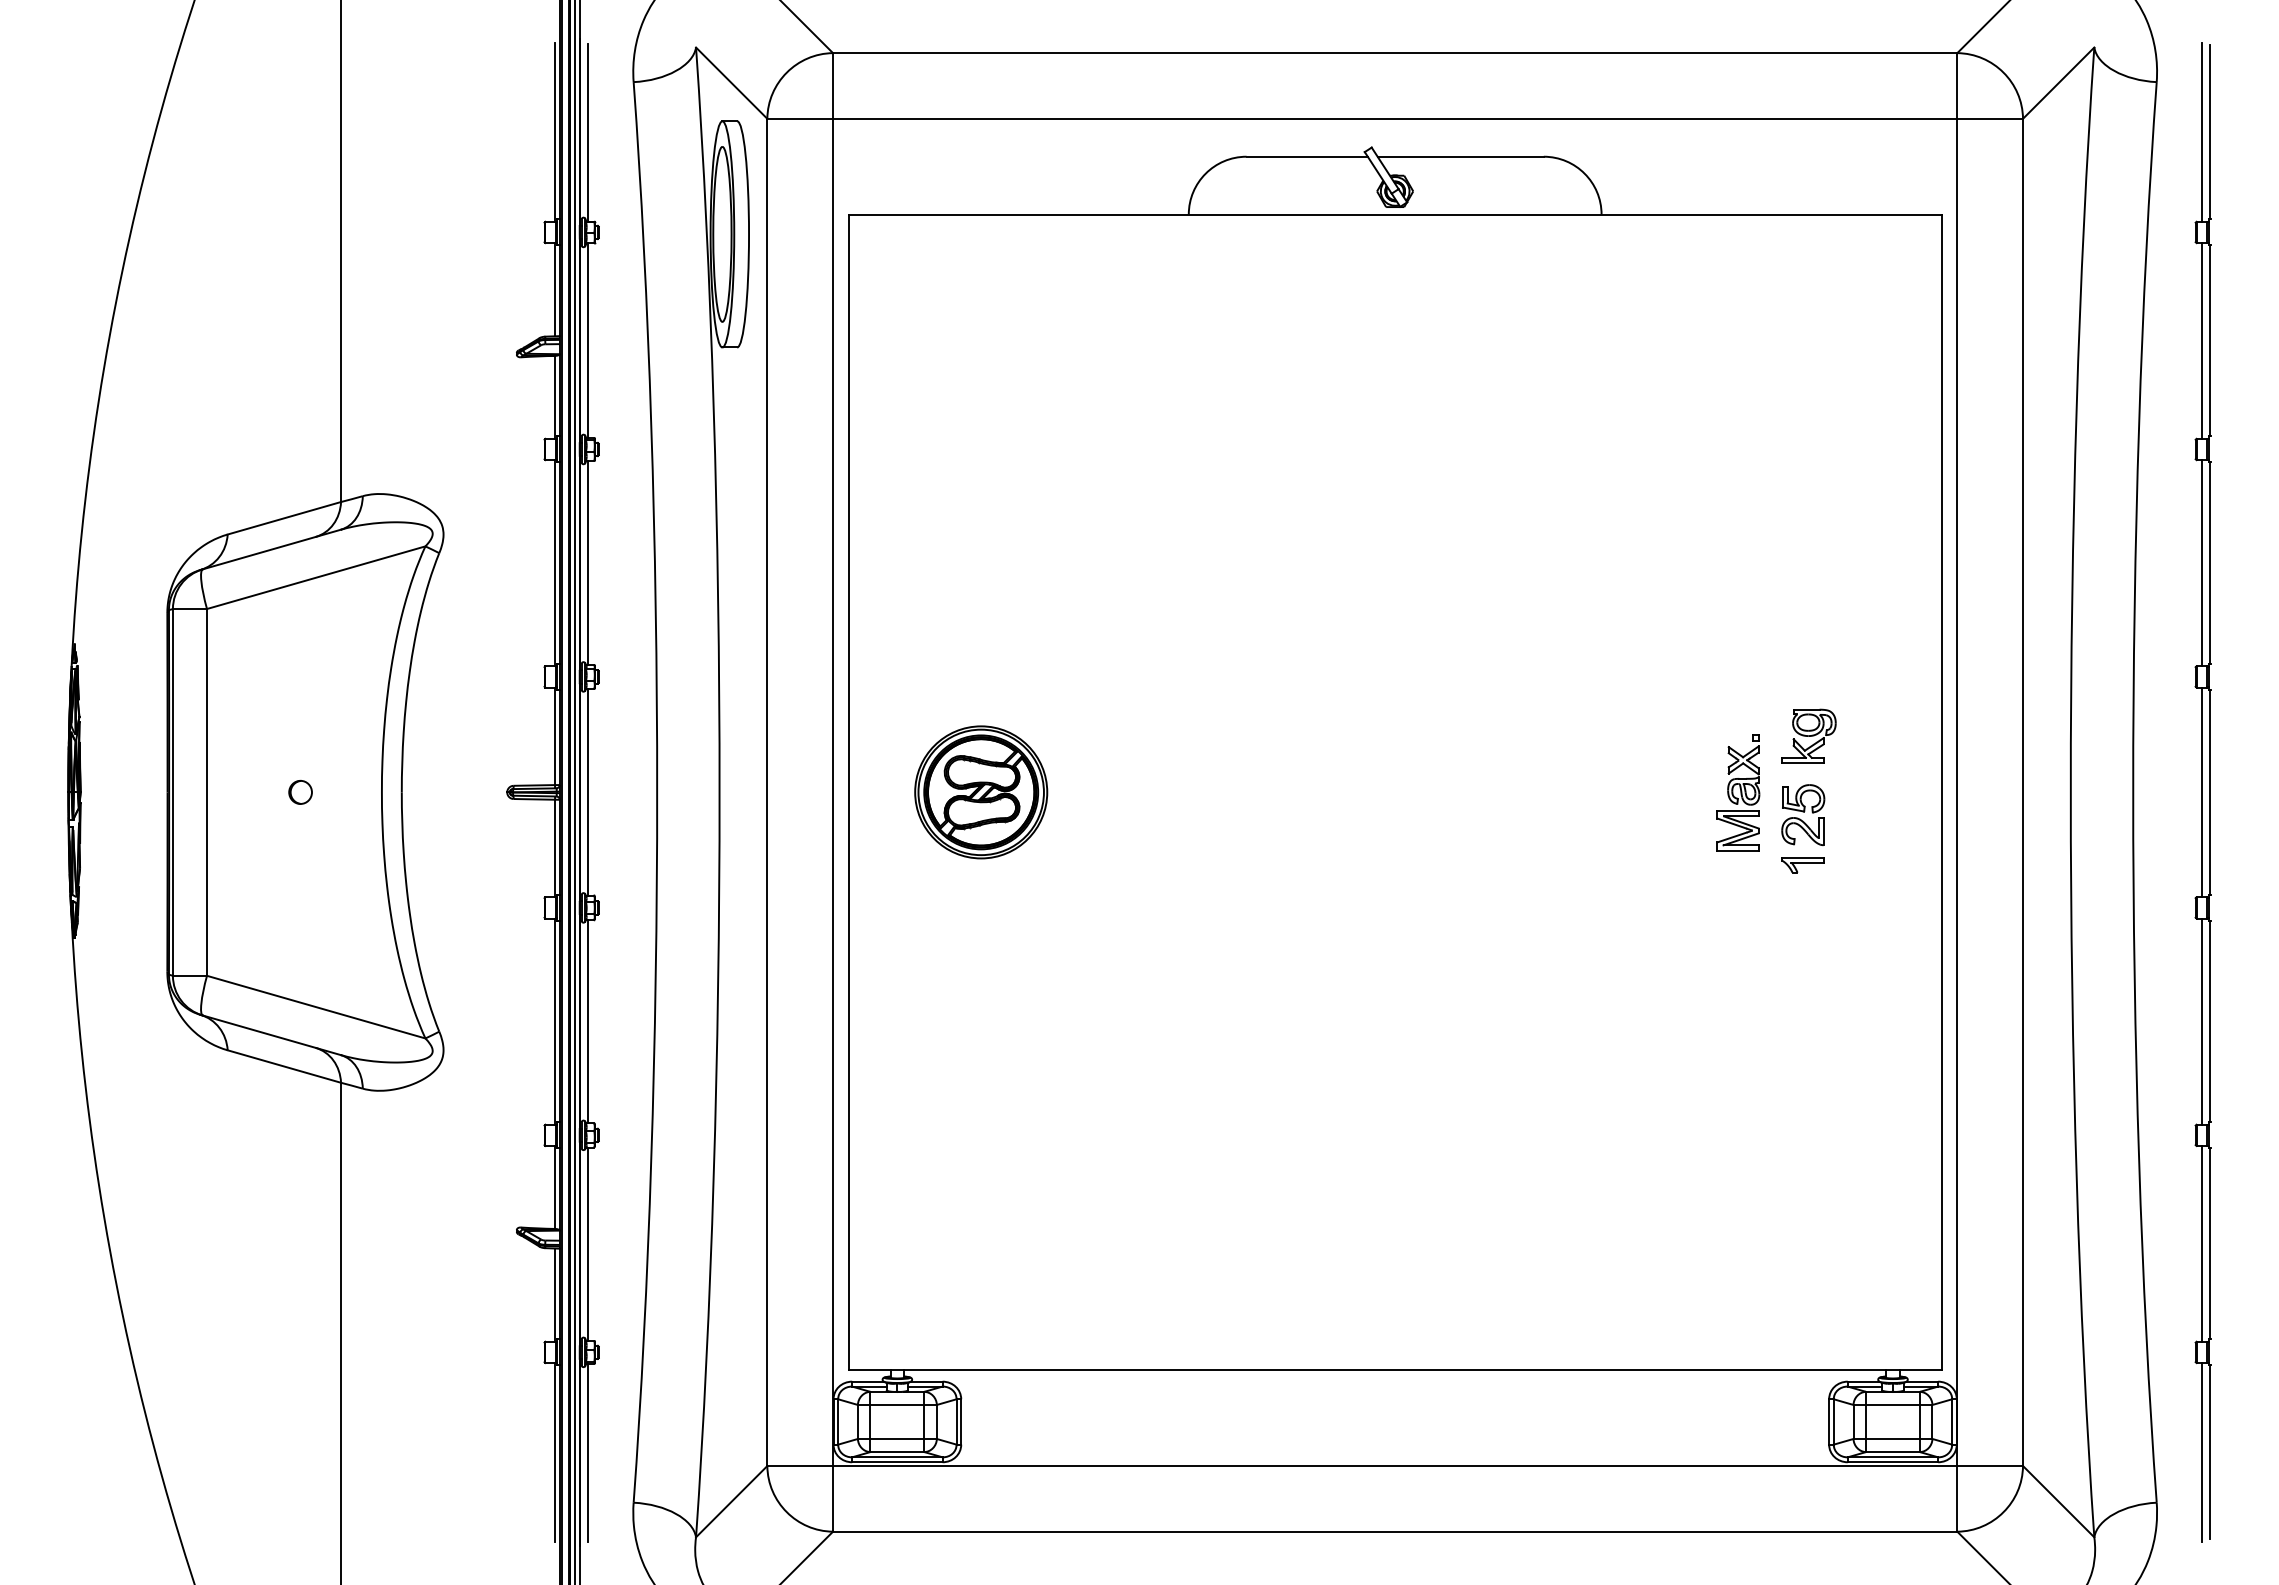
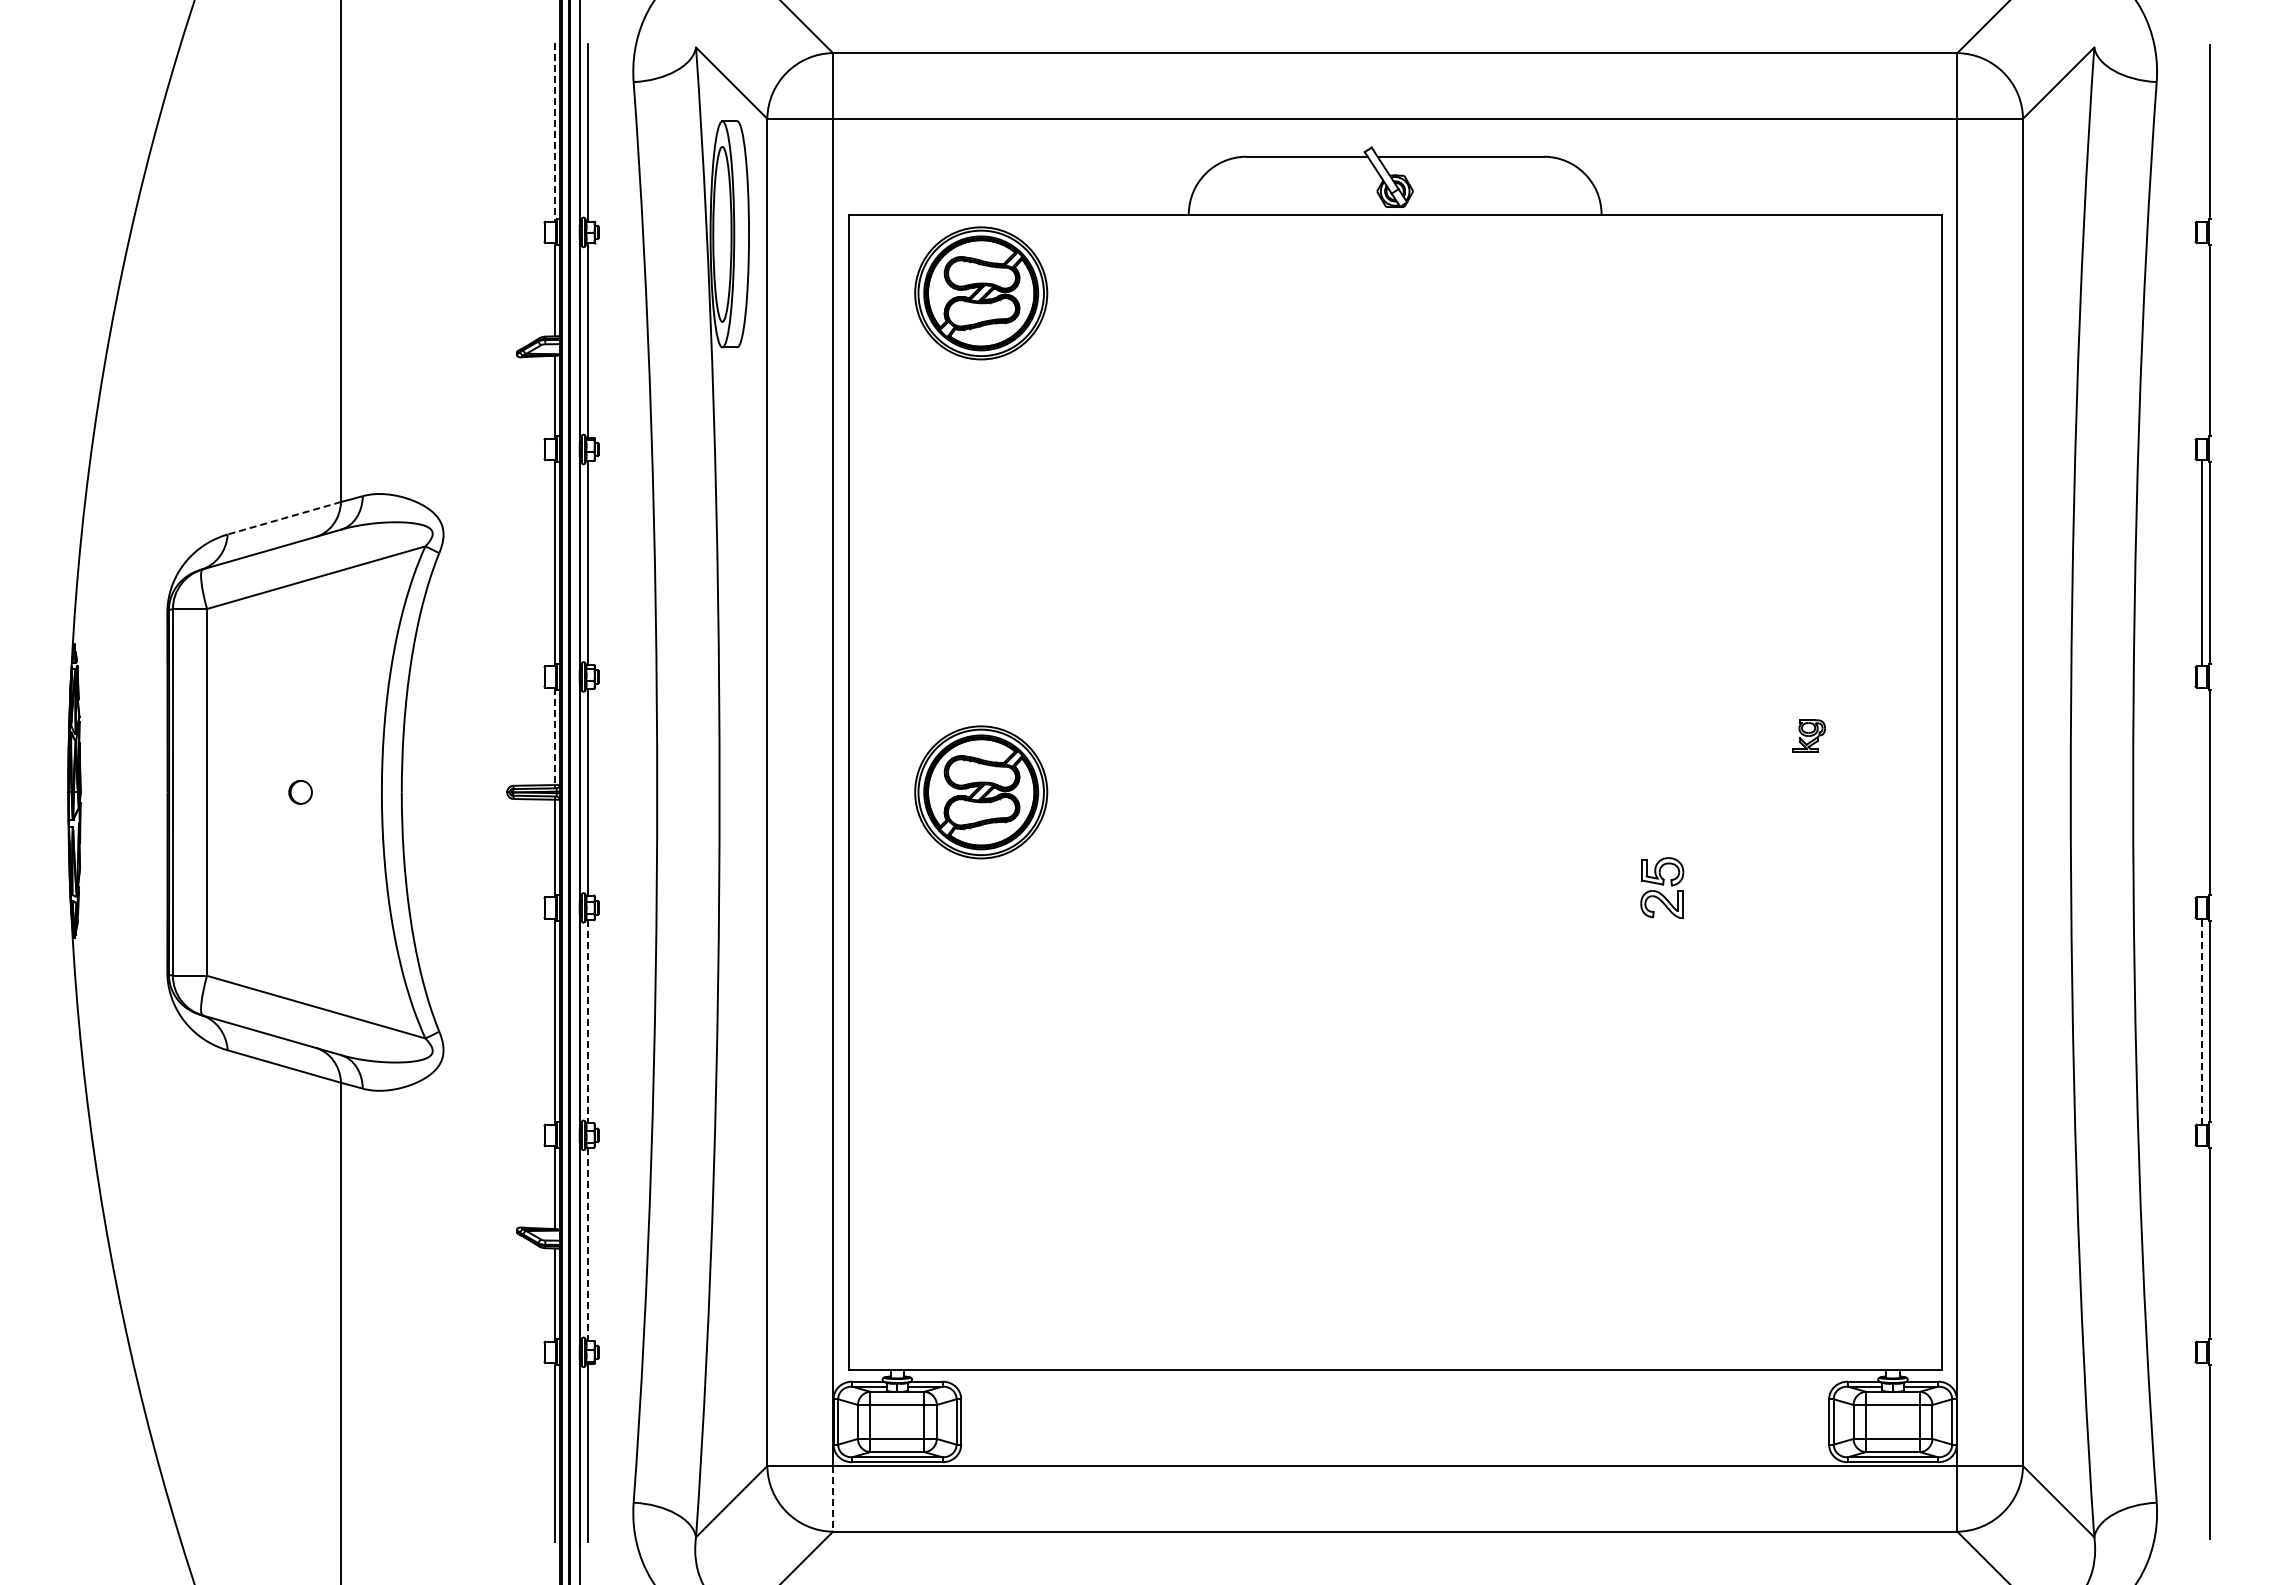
line at (555, 132): solid -> dashed
line at (2202, 132): present -> none
part at (981, 293): none -> present
line at (2202, 340): present -> none
line at (284, 518): solid -> dashed
part at (1808, 735) size: 56x56 px -> 34x34 px
line at (555, 736): solid -> dashed
line at (574, 791): present -> none
part at (1738, 792): present -> none
line at (2202, 792): present -> none
part at (1803, 814) position: (1803, 814) -> (1662, 887)
part at (1802, 865): present -> none
line at (2202, 1021): solid -> dashed
line at (588, 1022): solid -> dashed
line at (2202, 1243): present -> none
line at (588, 1244): solid -> dashed
line at (2202, 1452): present -> none
line at (833, 1498): solid -> dashed
